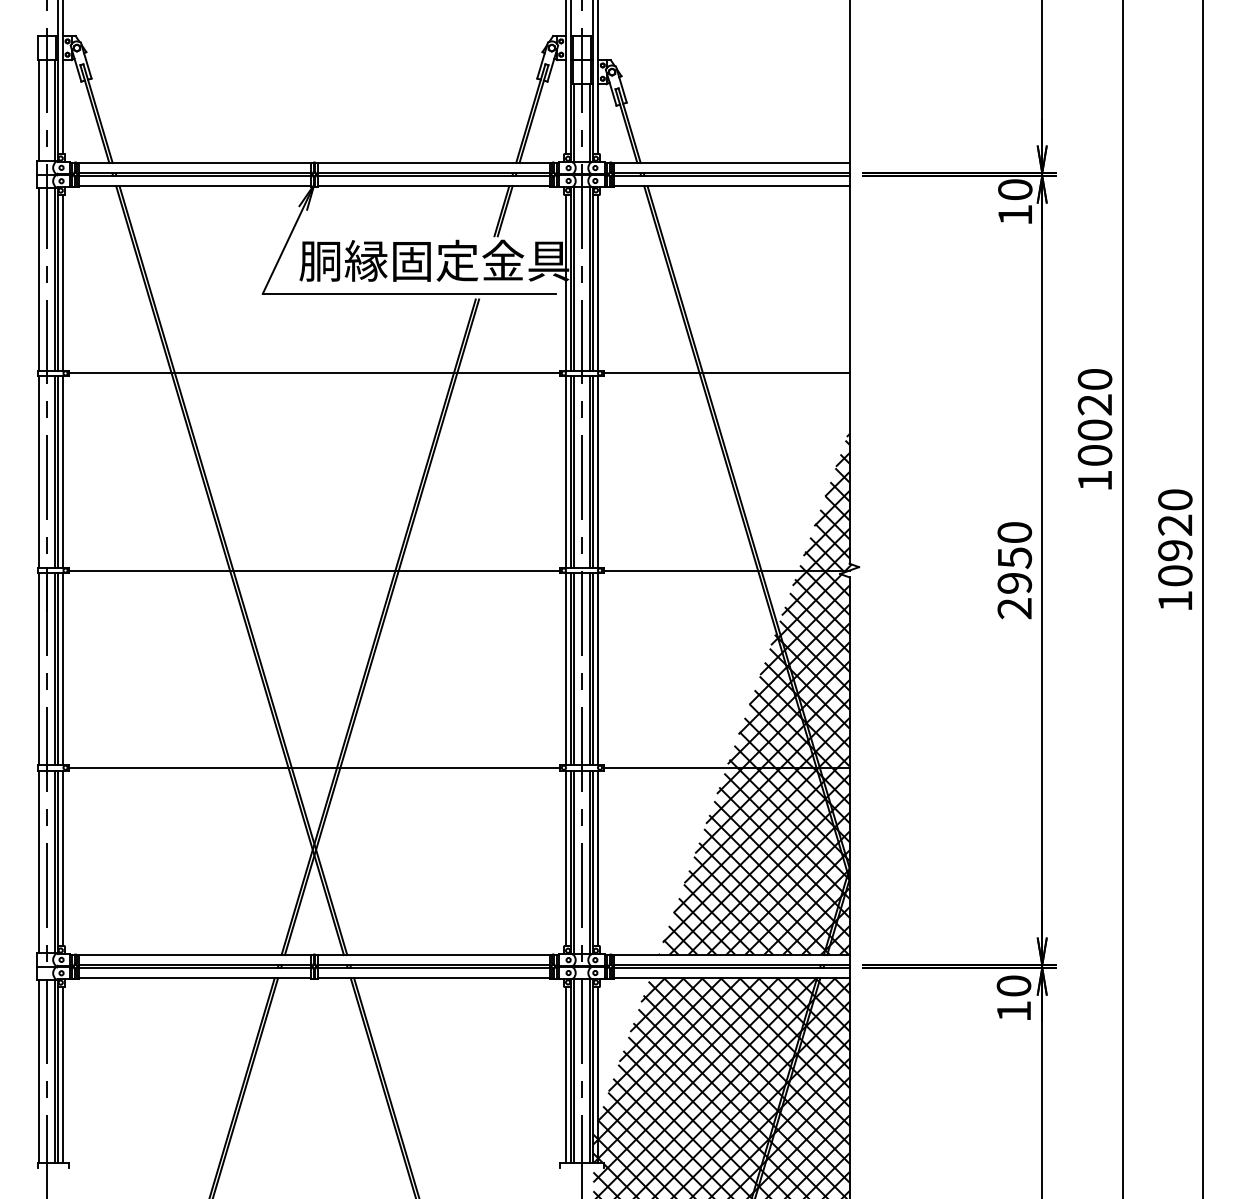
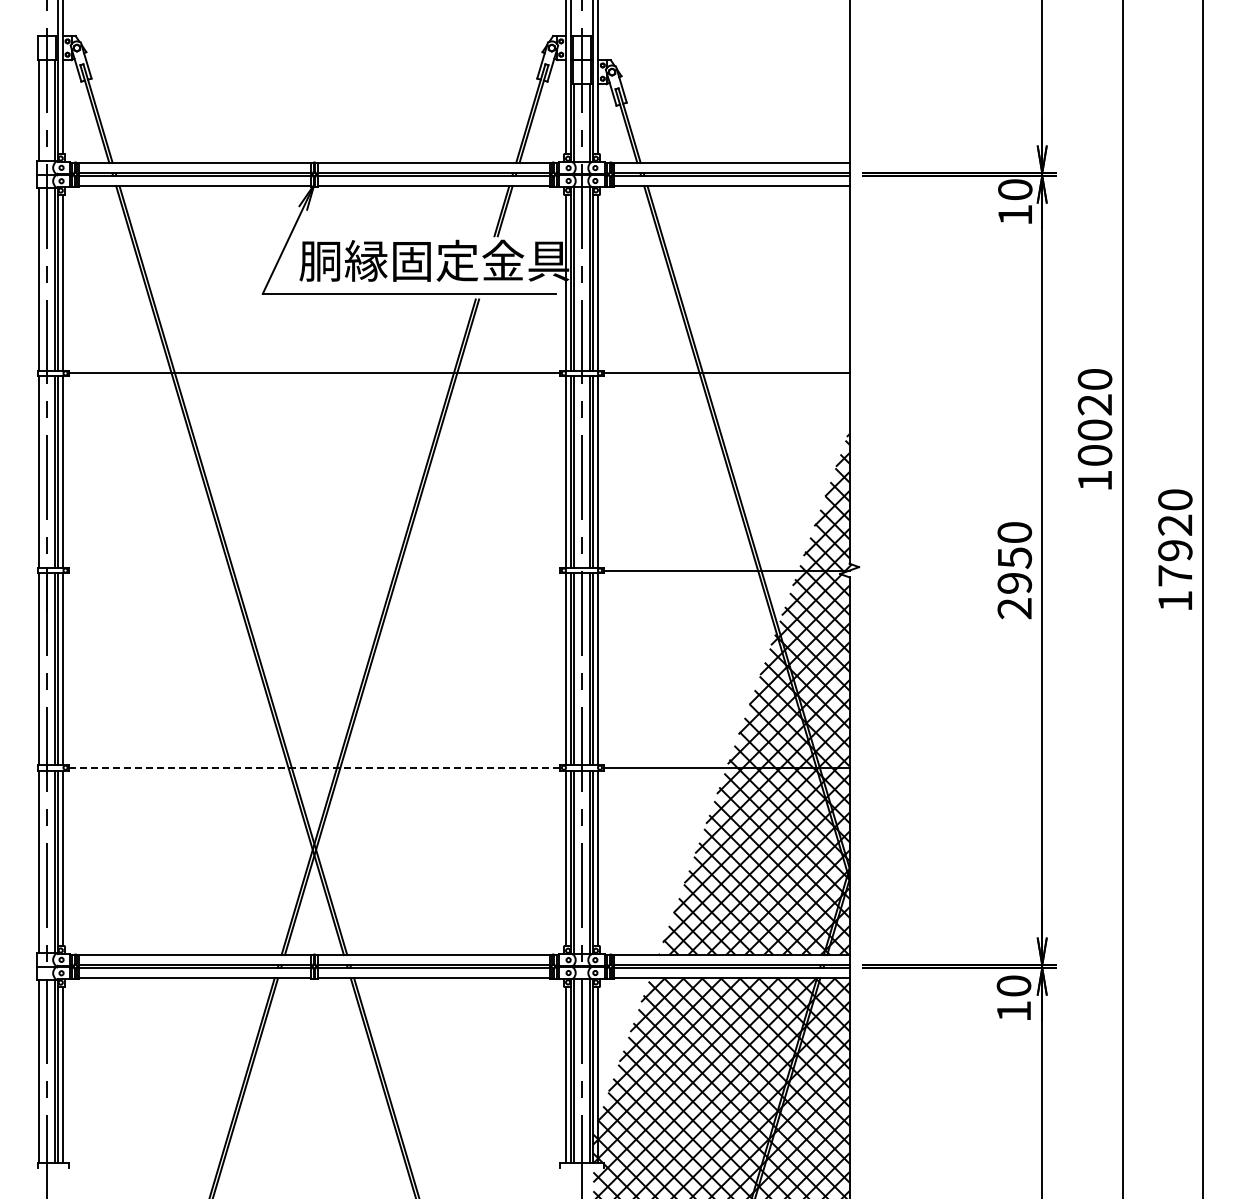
line at (313, 570): present -> none
text at (1175, 575): 10920 -> 17920
line at (314, 767): solid -> dashed
